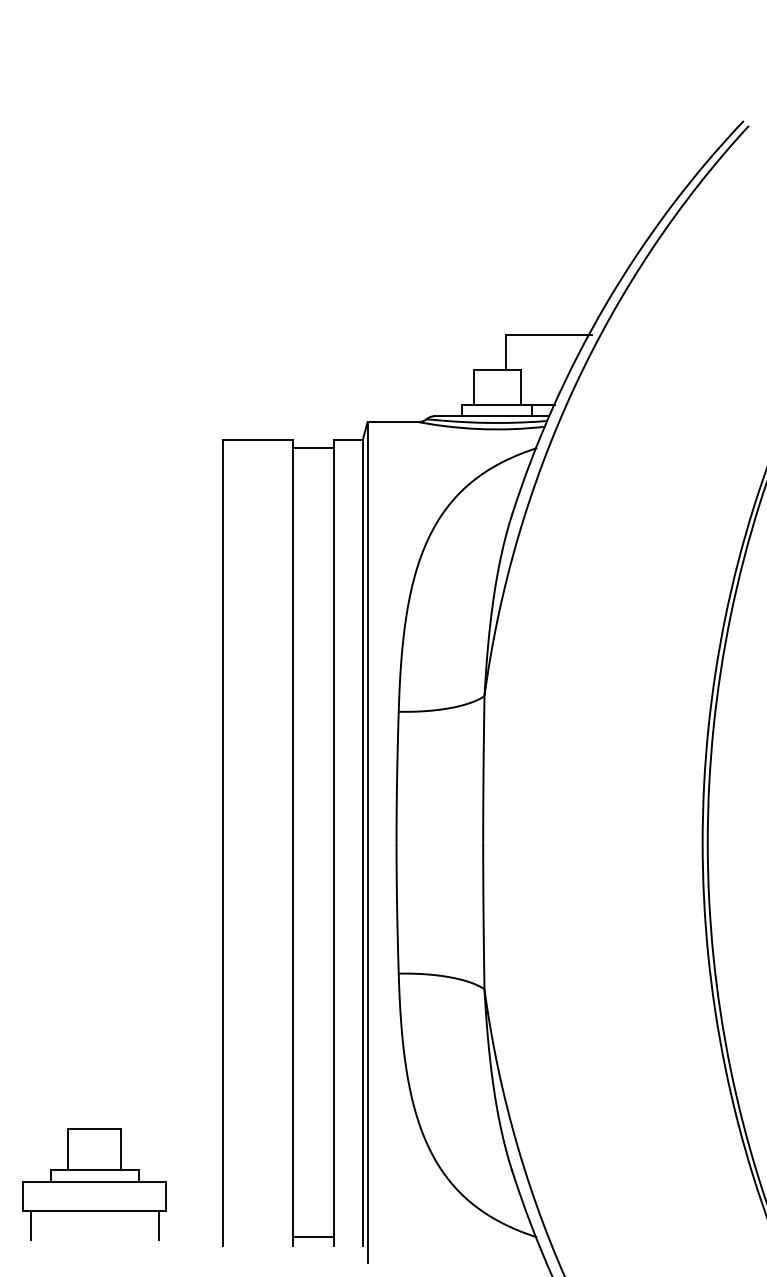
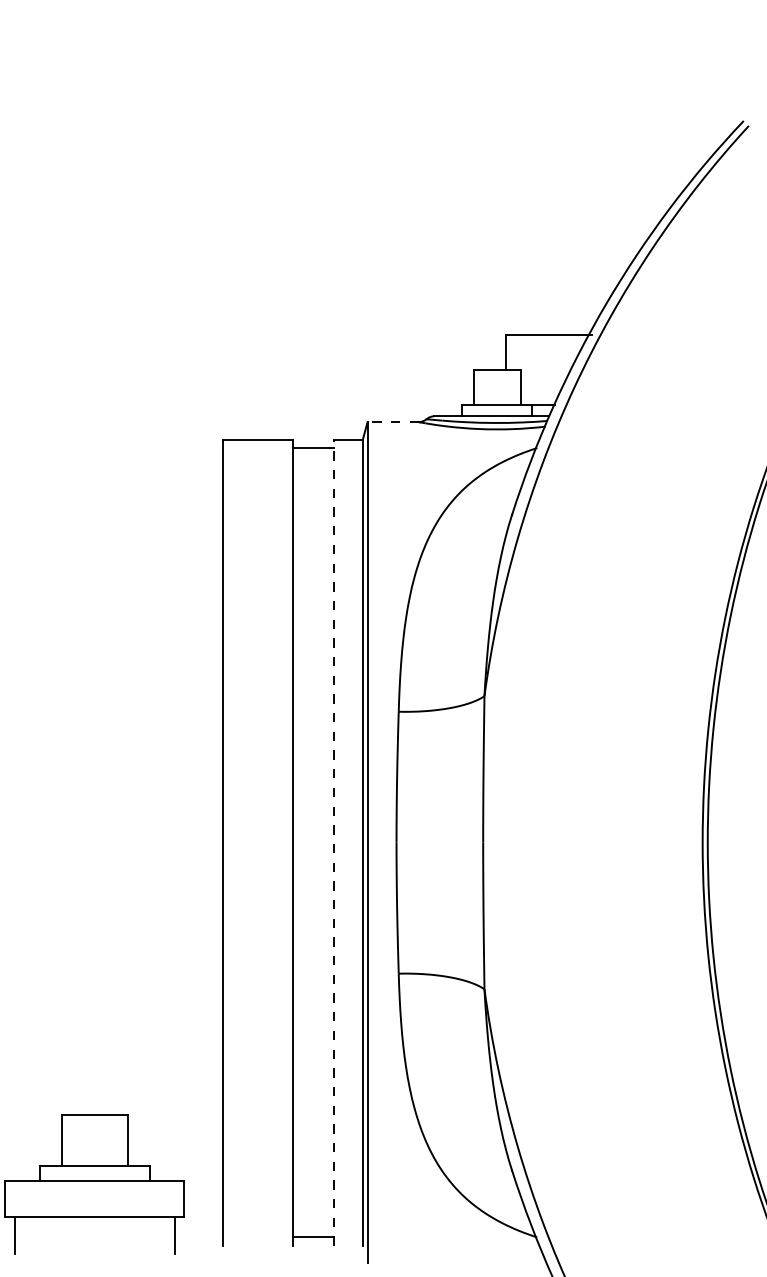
line at (393, 422): solid -> dashed
line at (333, 842): solid -> dashed
part at (94, 1184) size: 145x113 px -> 181x141 px
